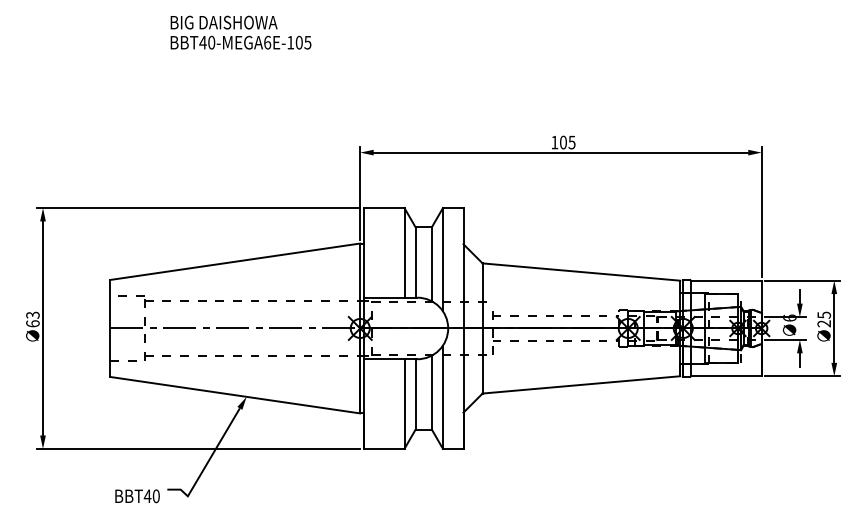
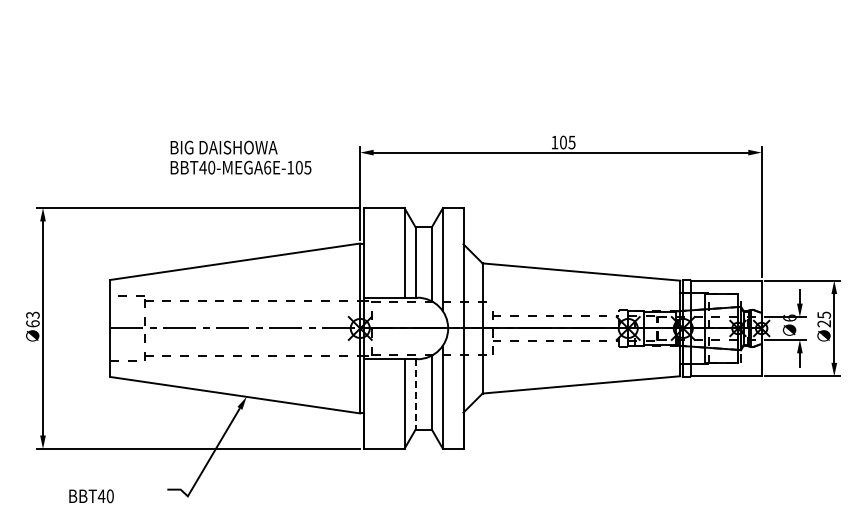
text at (240, 32) position: (240, 32) -> (240, 157)
line at (415, 395): solid -> dashed
text at (137, 496) position: (137, 496) -> (91, 496)
